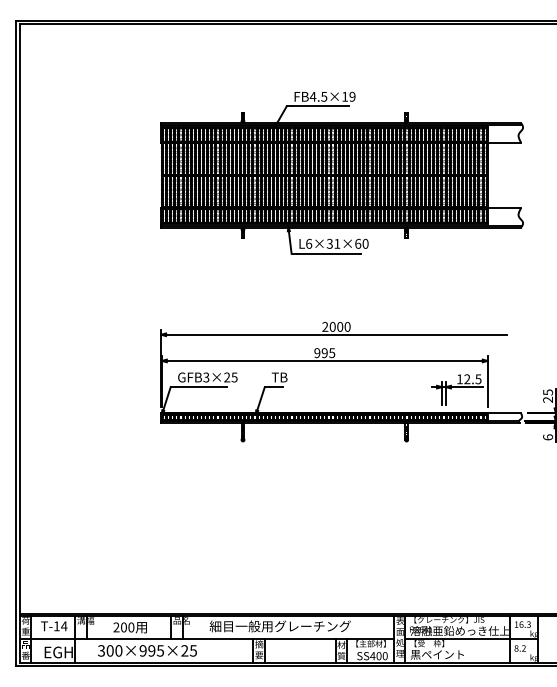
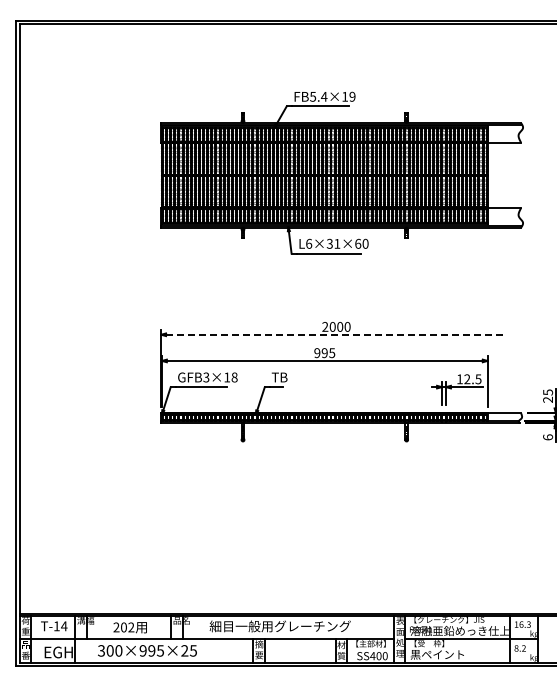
text at (318, 96): FB4.5×19 -> FB5.4×19
line at (337, 334): solid -> dashed
text at (230, 377): GFB3×25 -> GFB3×18
text at (131, 627): 200 -> 202
